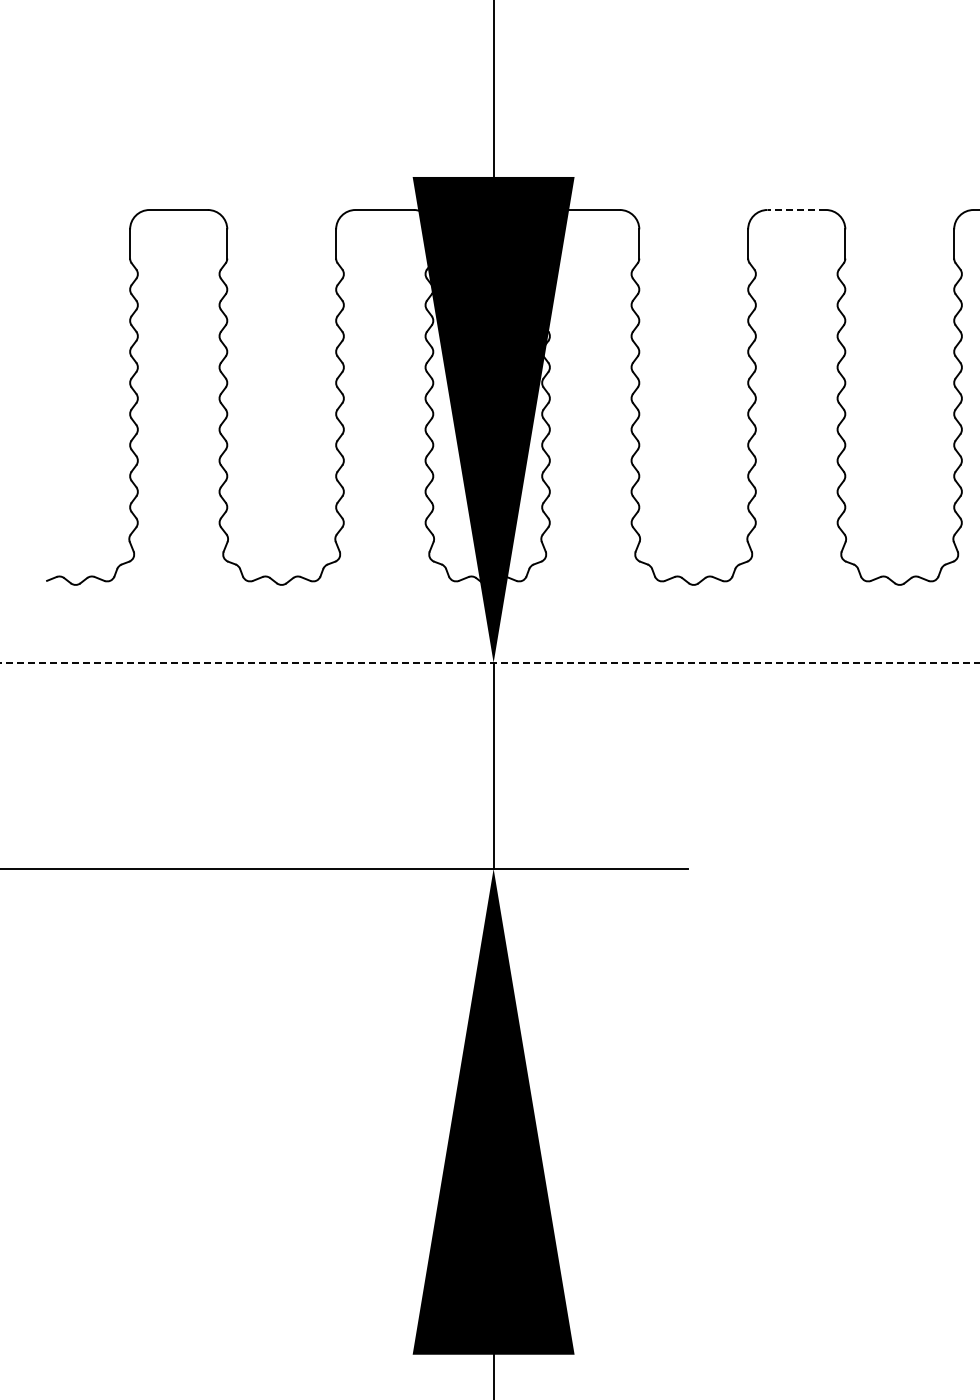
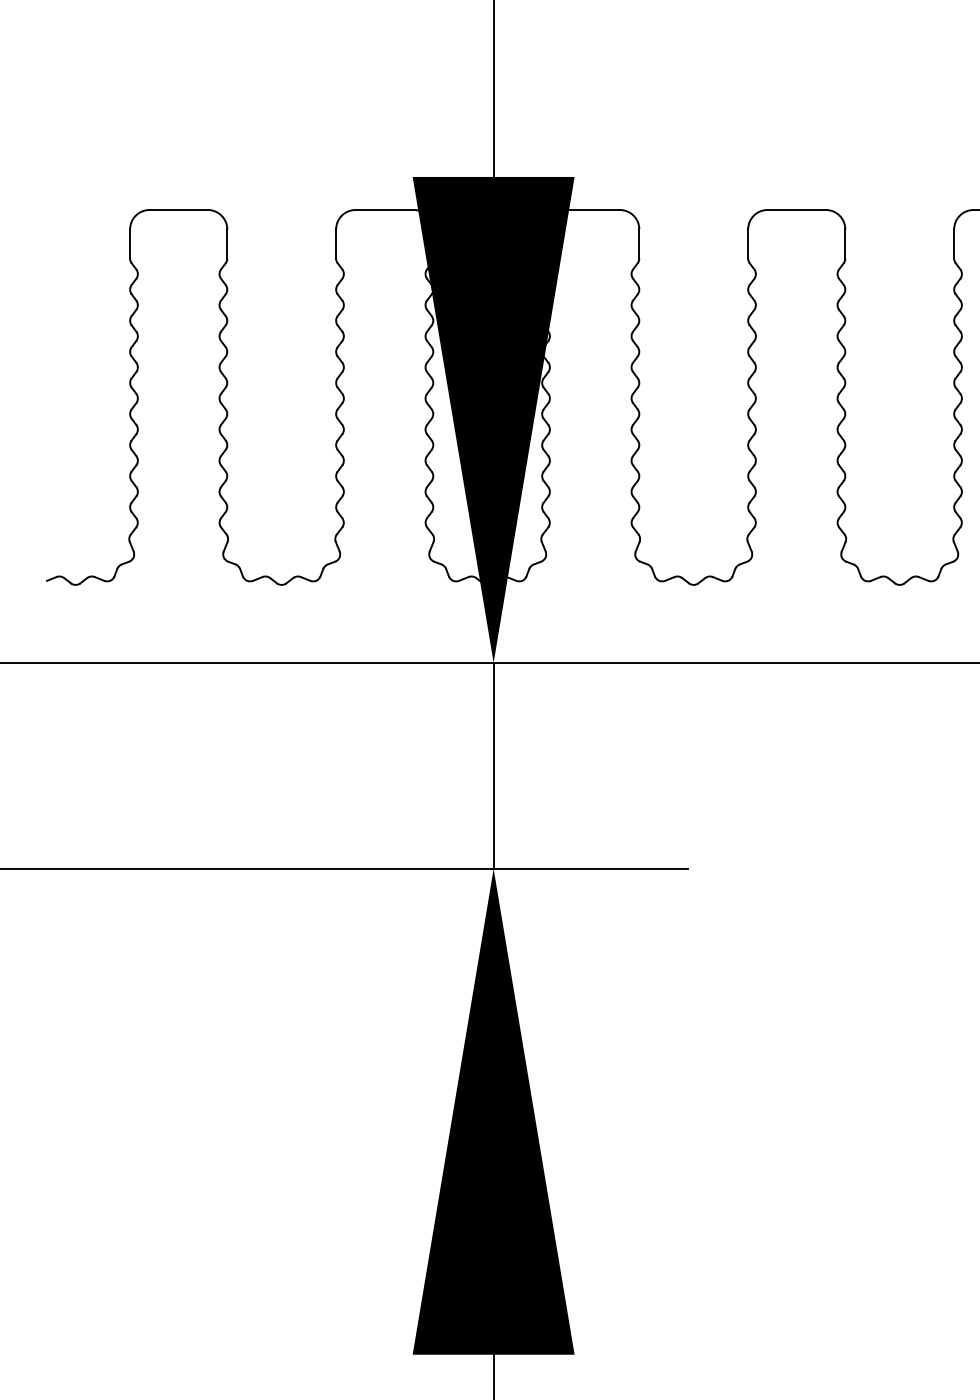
line at (796, 209): dashed -> solid
line at (489, 662): dashed -> solid
